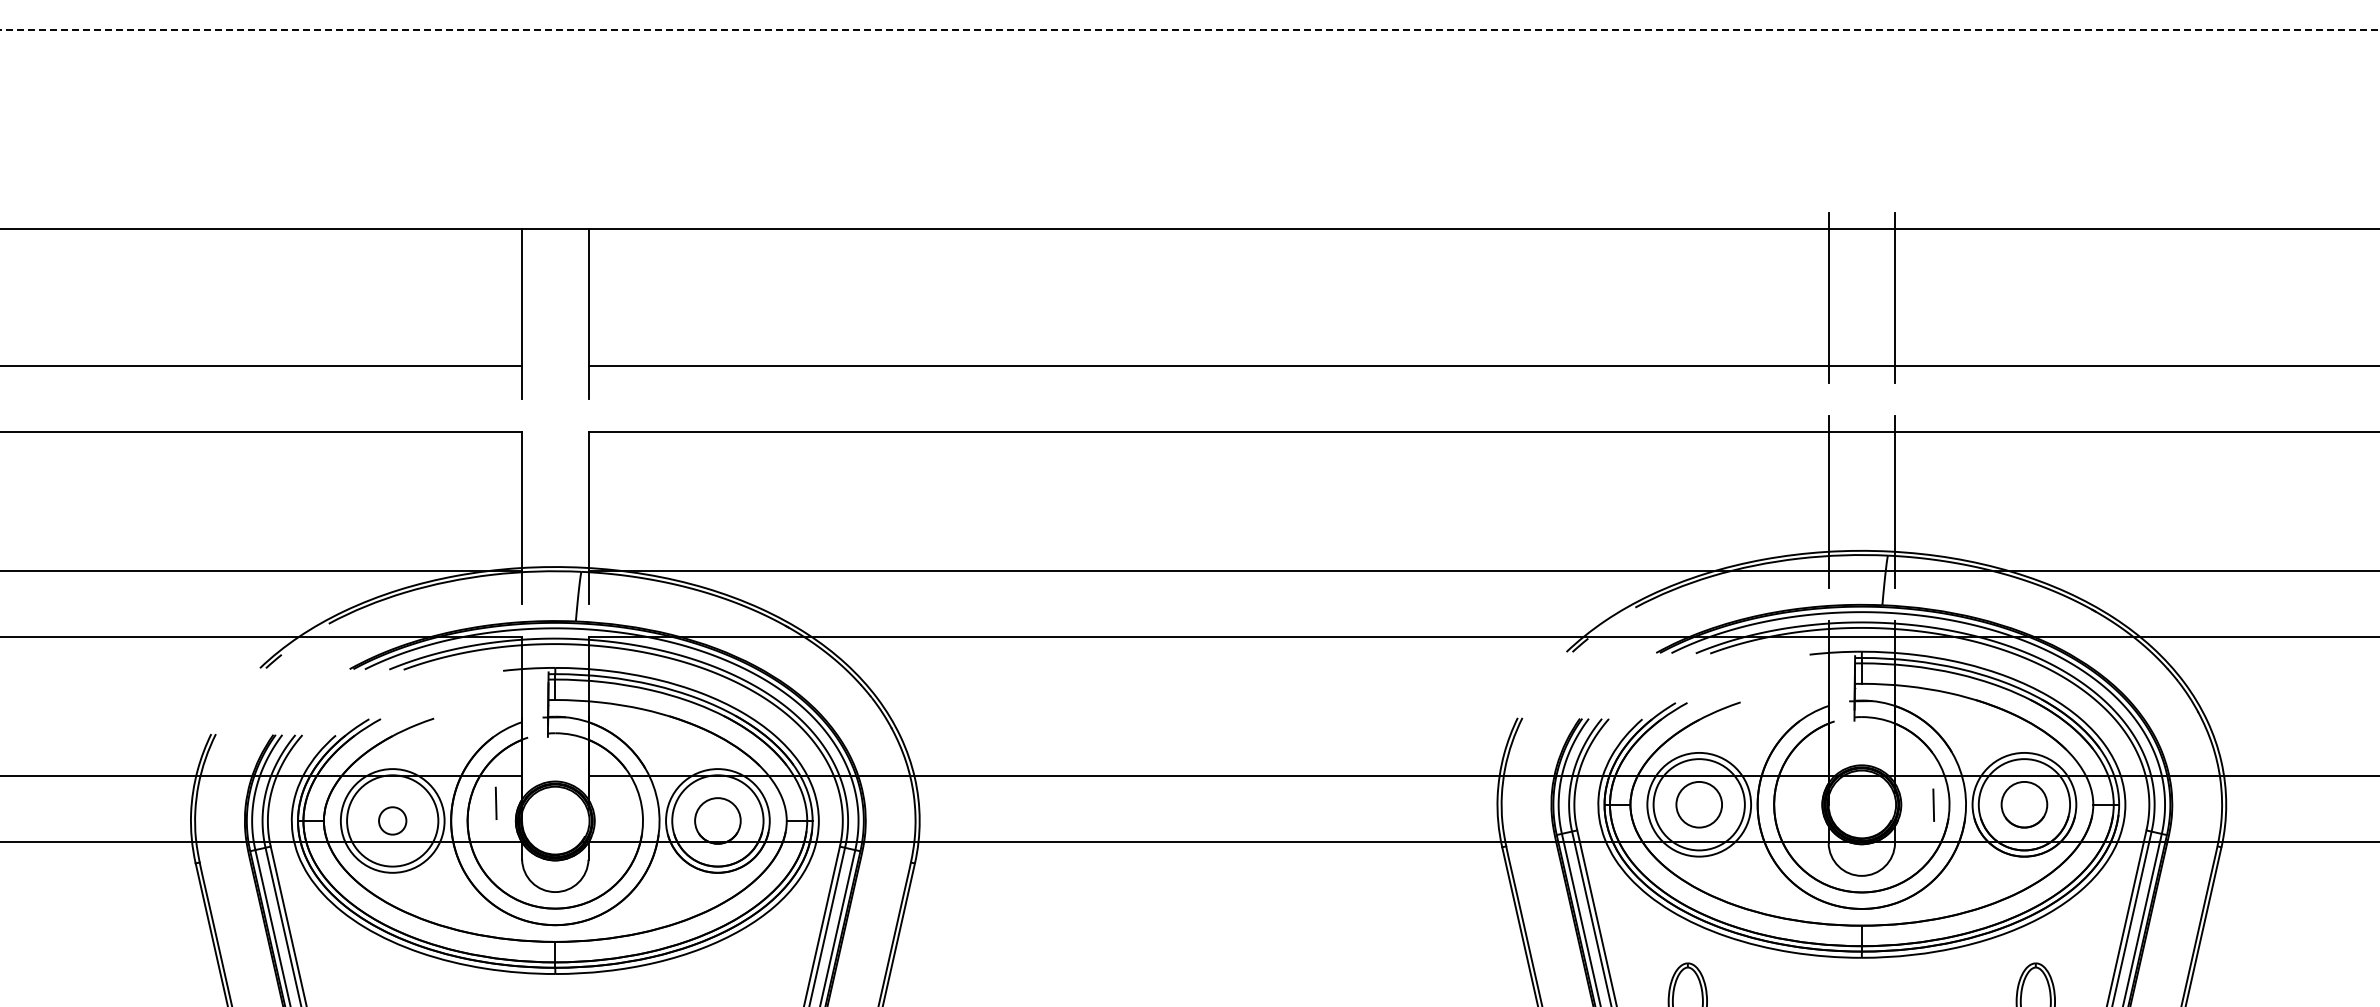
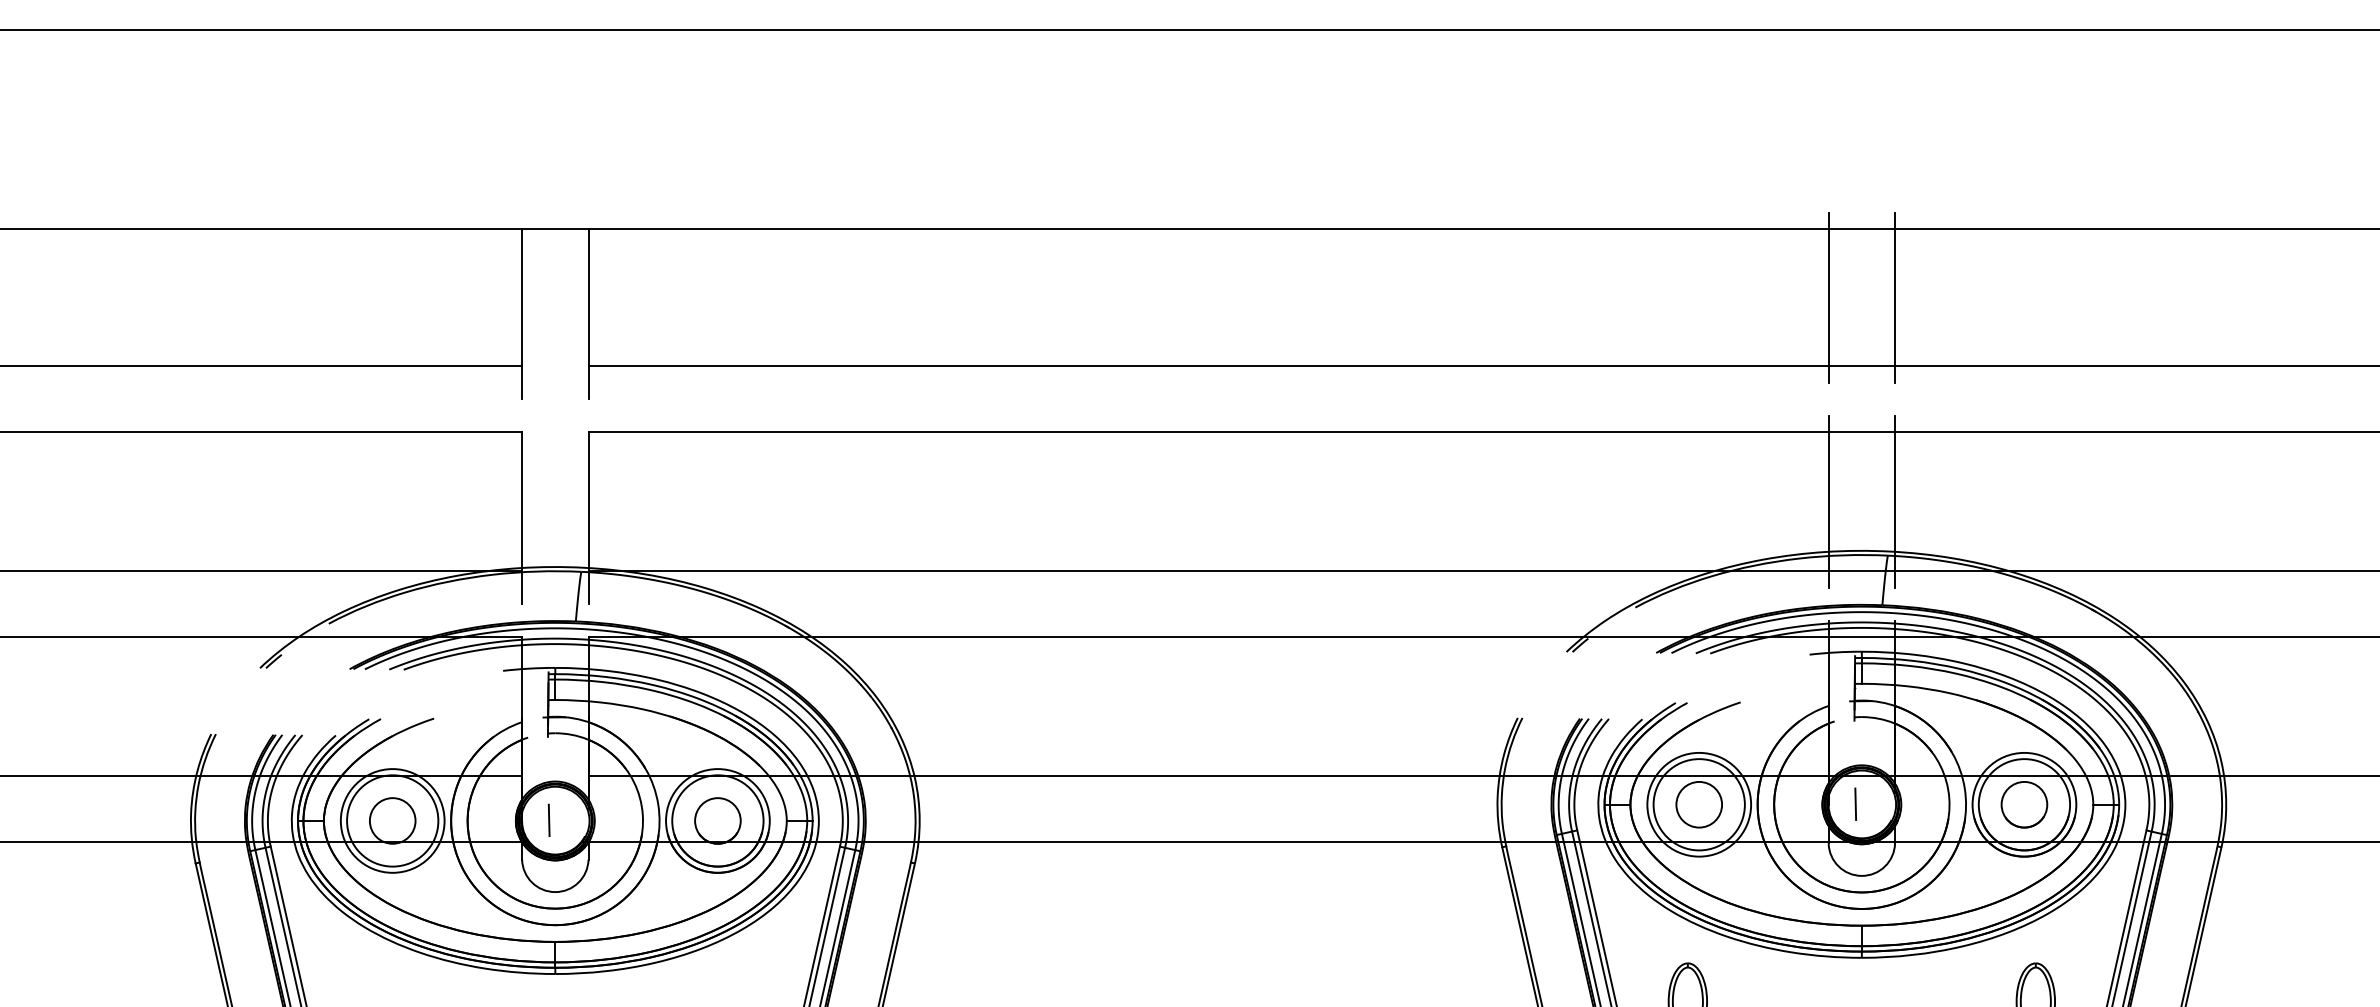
line at (1190, 30): dashed -> solid
line at (495, 802) position: (495, 802) -> (548, 819)
line at (1933, 804) position: (1933, 804) -> (1855, 803)
circle at (392, 820) diameter: 27 px -> 46 px
